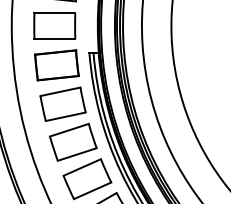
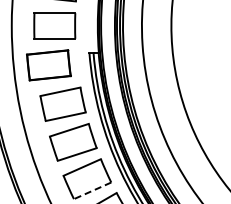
part at (56, 65) position: (56, 65) -> (48, 65)
line at (92, 191): solid -> dashed
